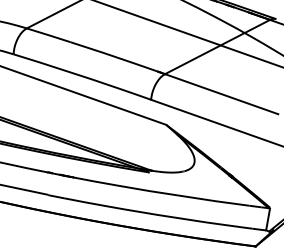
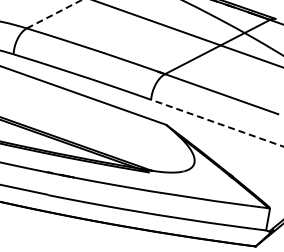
line at (54, 14): solid -> dashed
line at (217, 123): solid -> dashed
